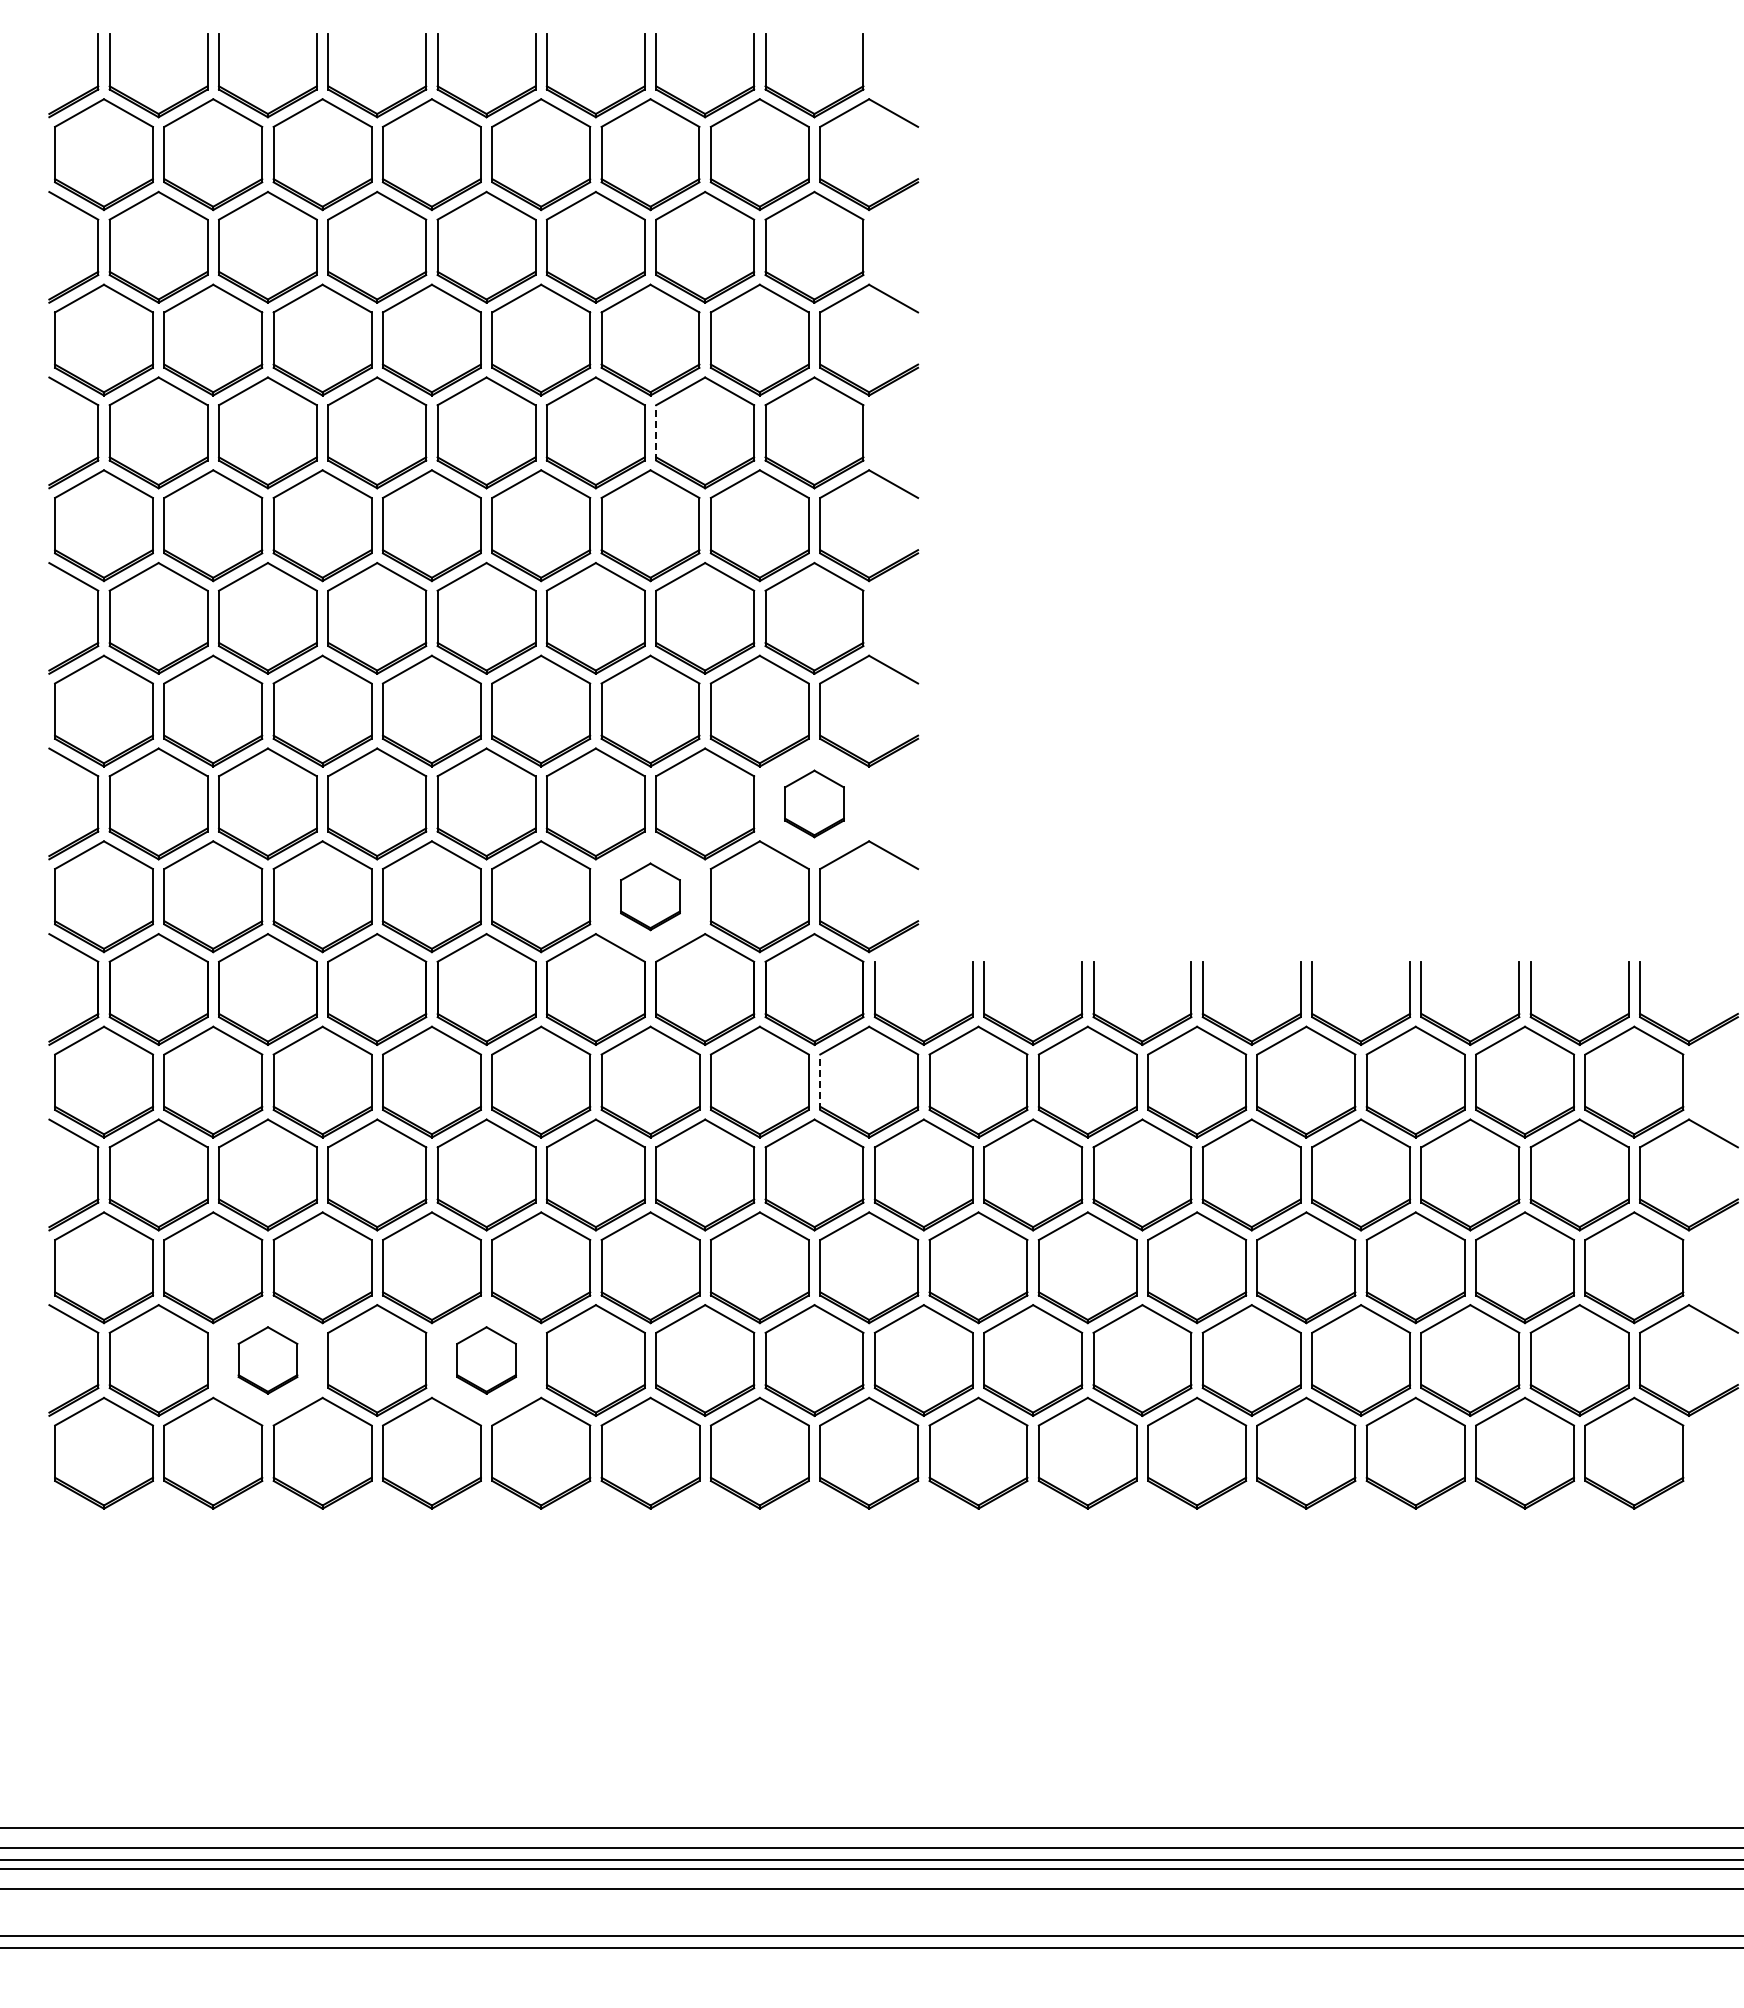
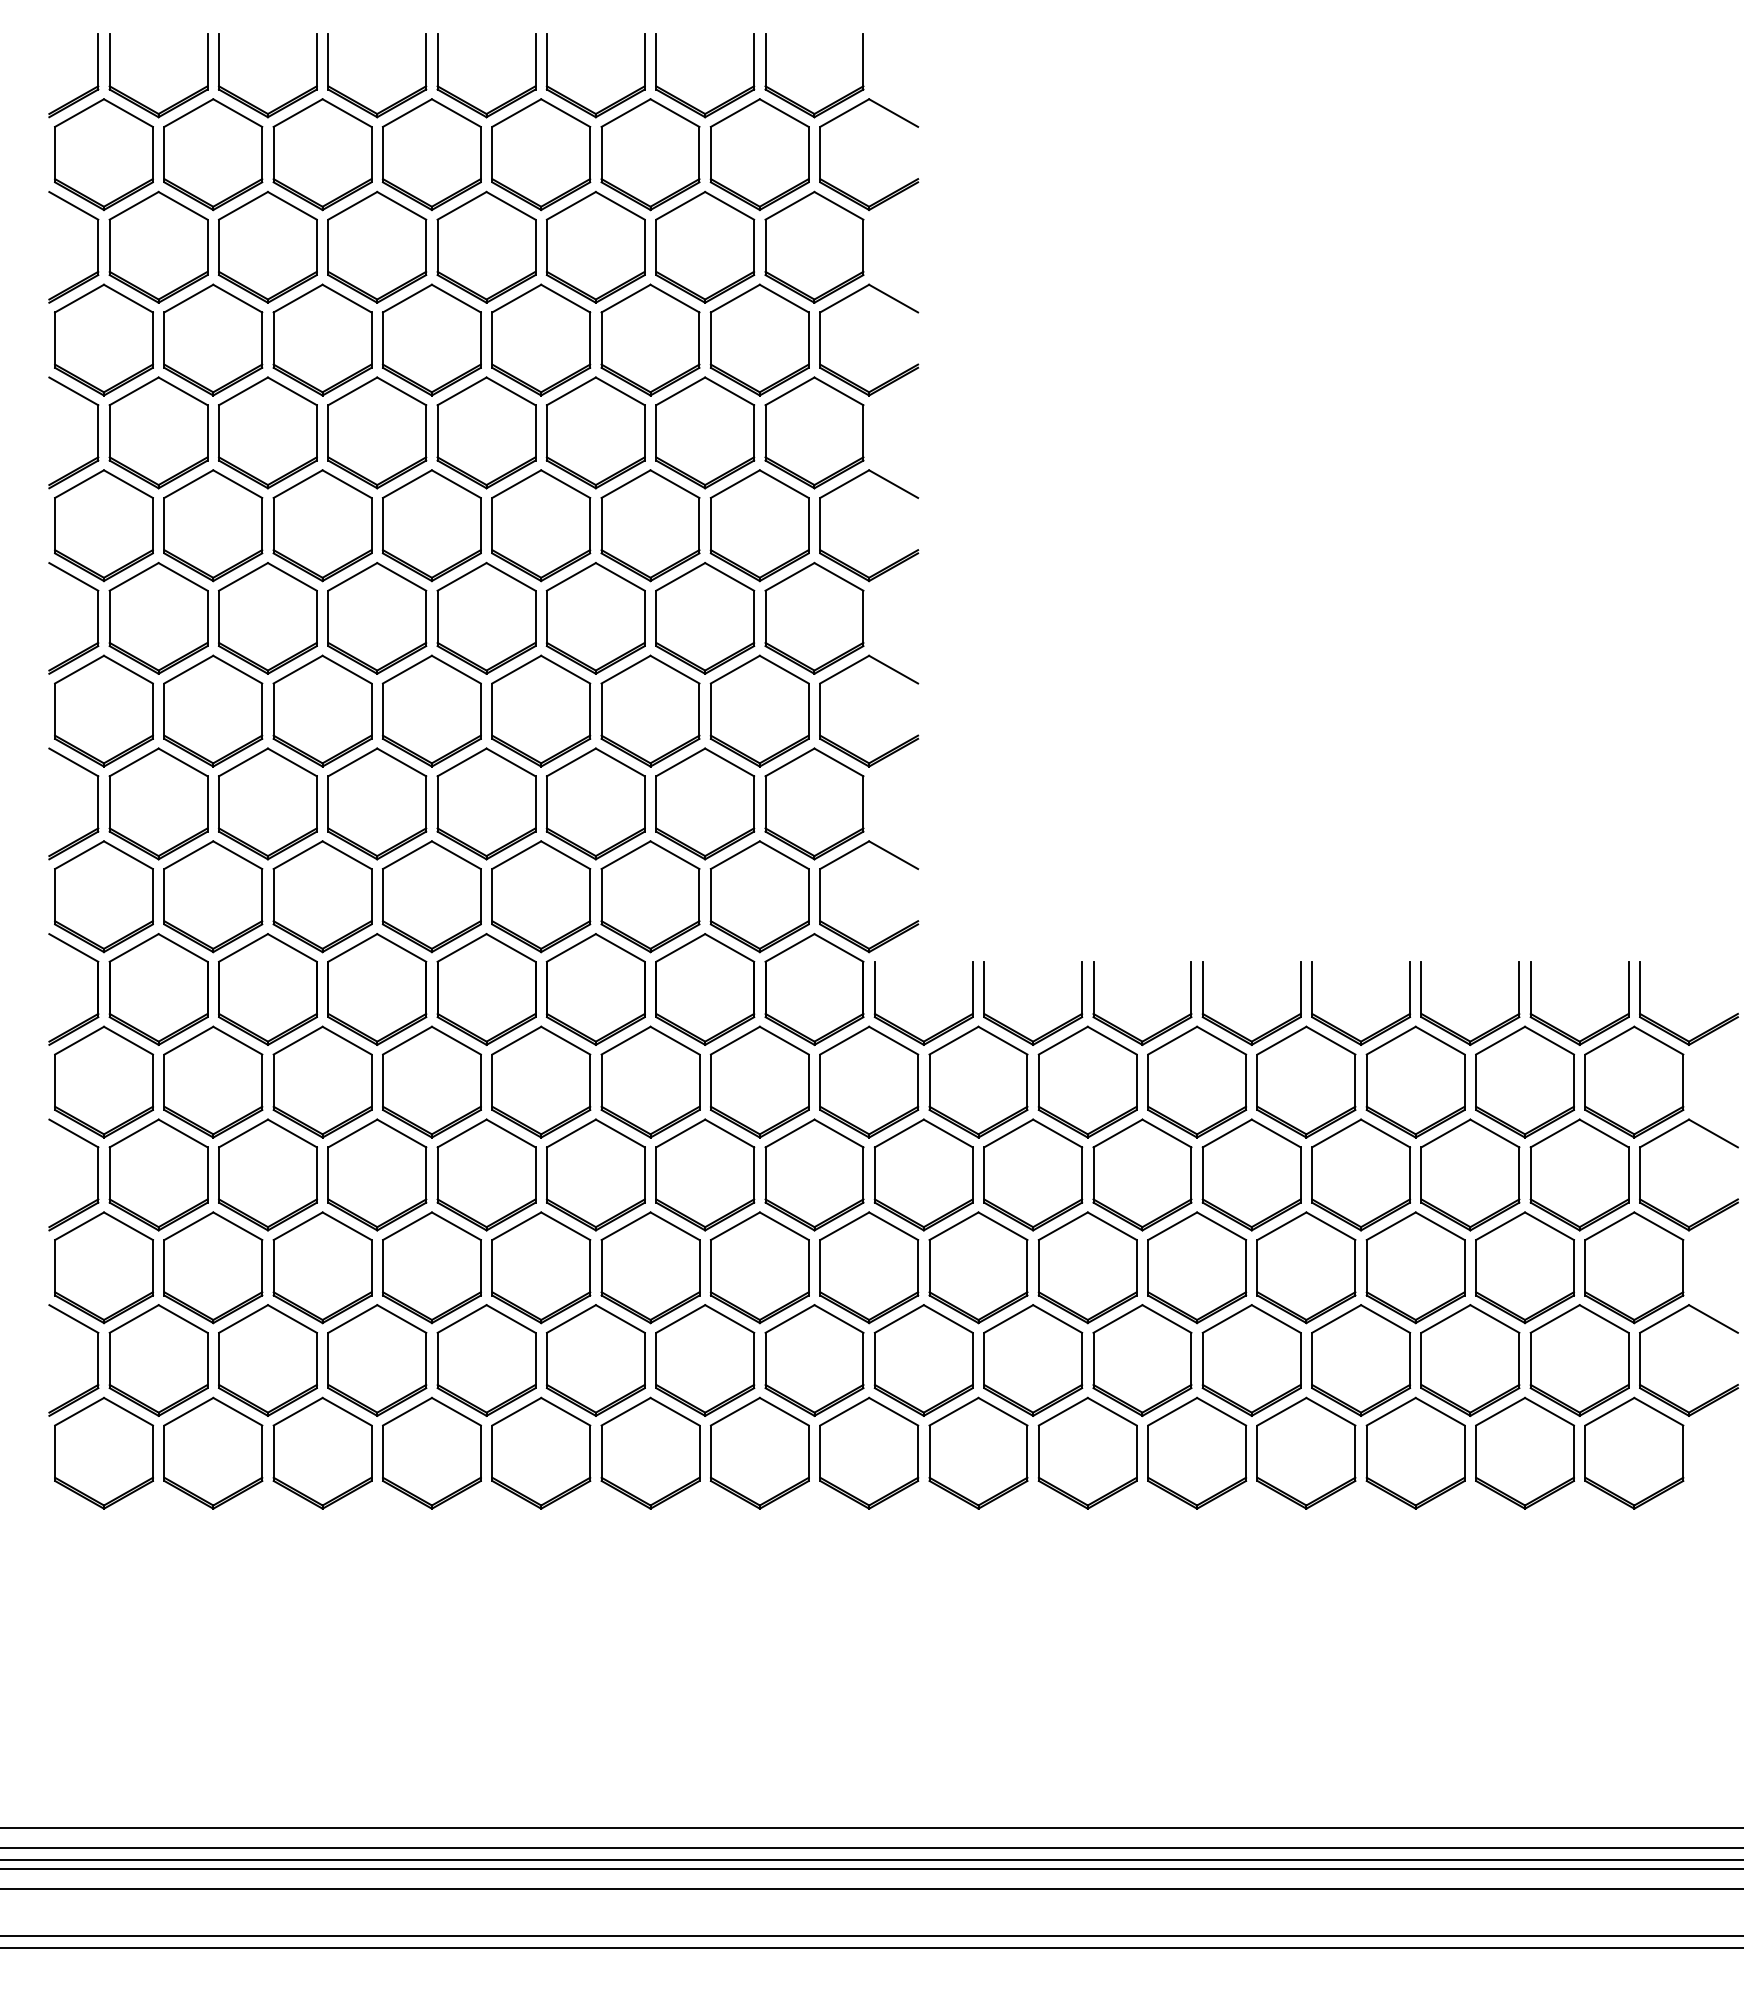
line at (656, 432): dashed -> solid
part at (814, 803) size: 61x70 px -> 101x114 px
part at (650, 896) size: 61x70 px -> 101x114 px
line at (820, 1082): dashed -> solid
part at (267, 1360) size: 62x69 px -> 100x113 px
part at (486, 1360) size: 61x69 px -> 101x113 px
